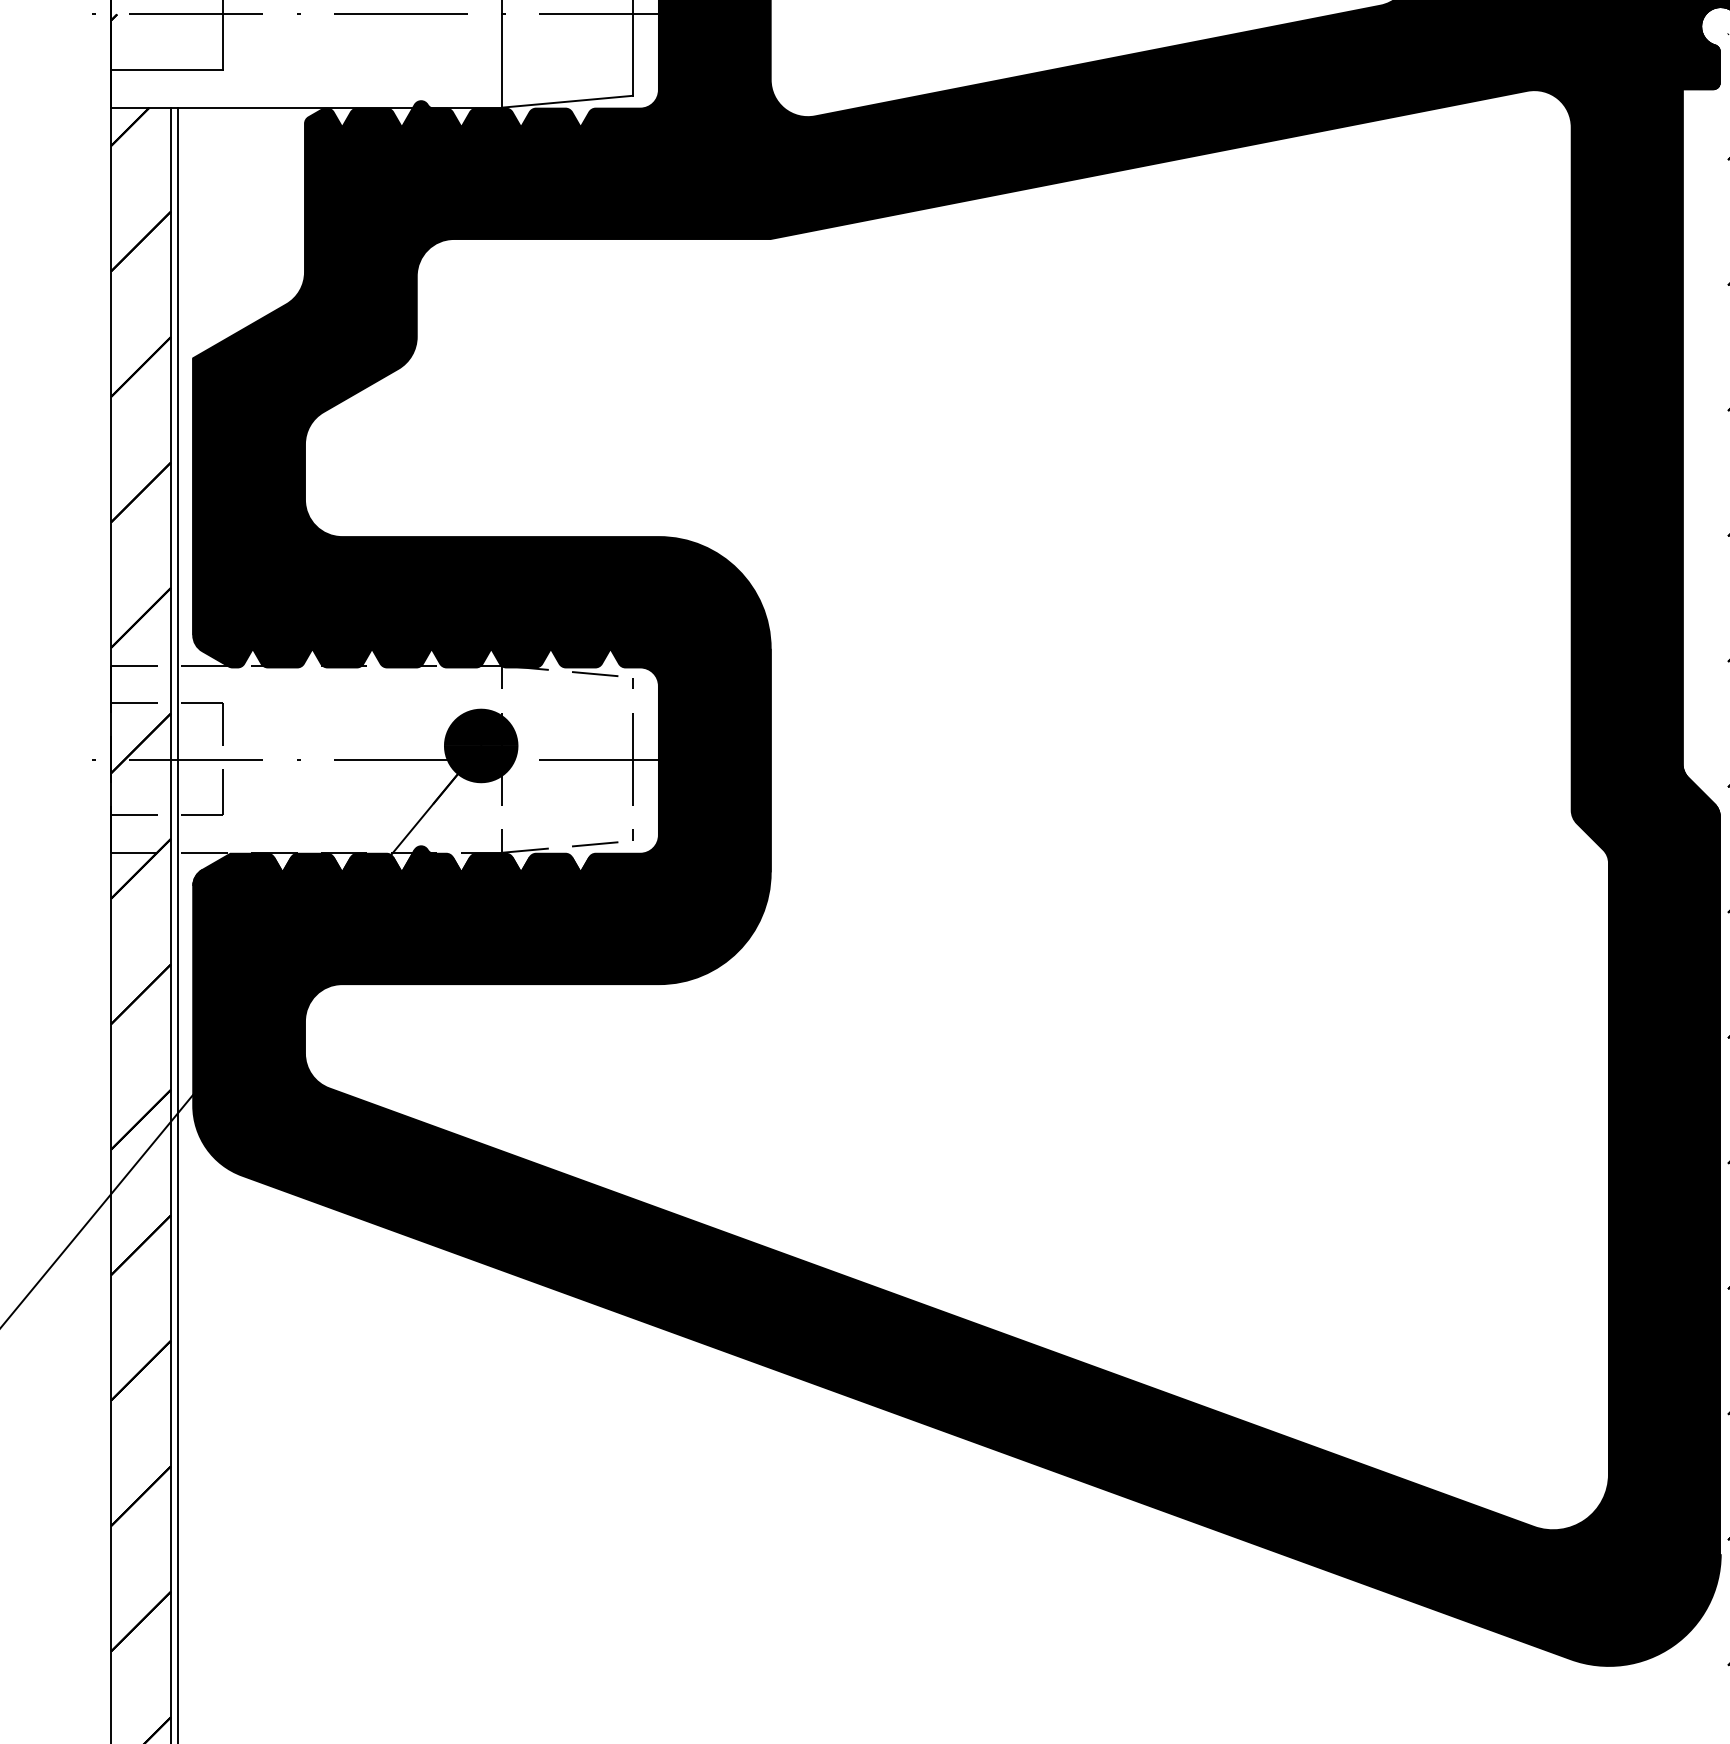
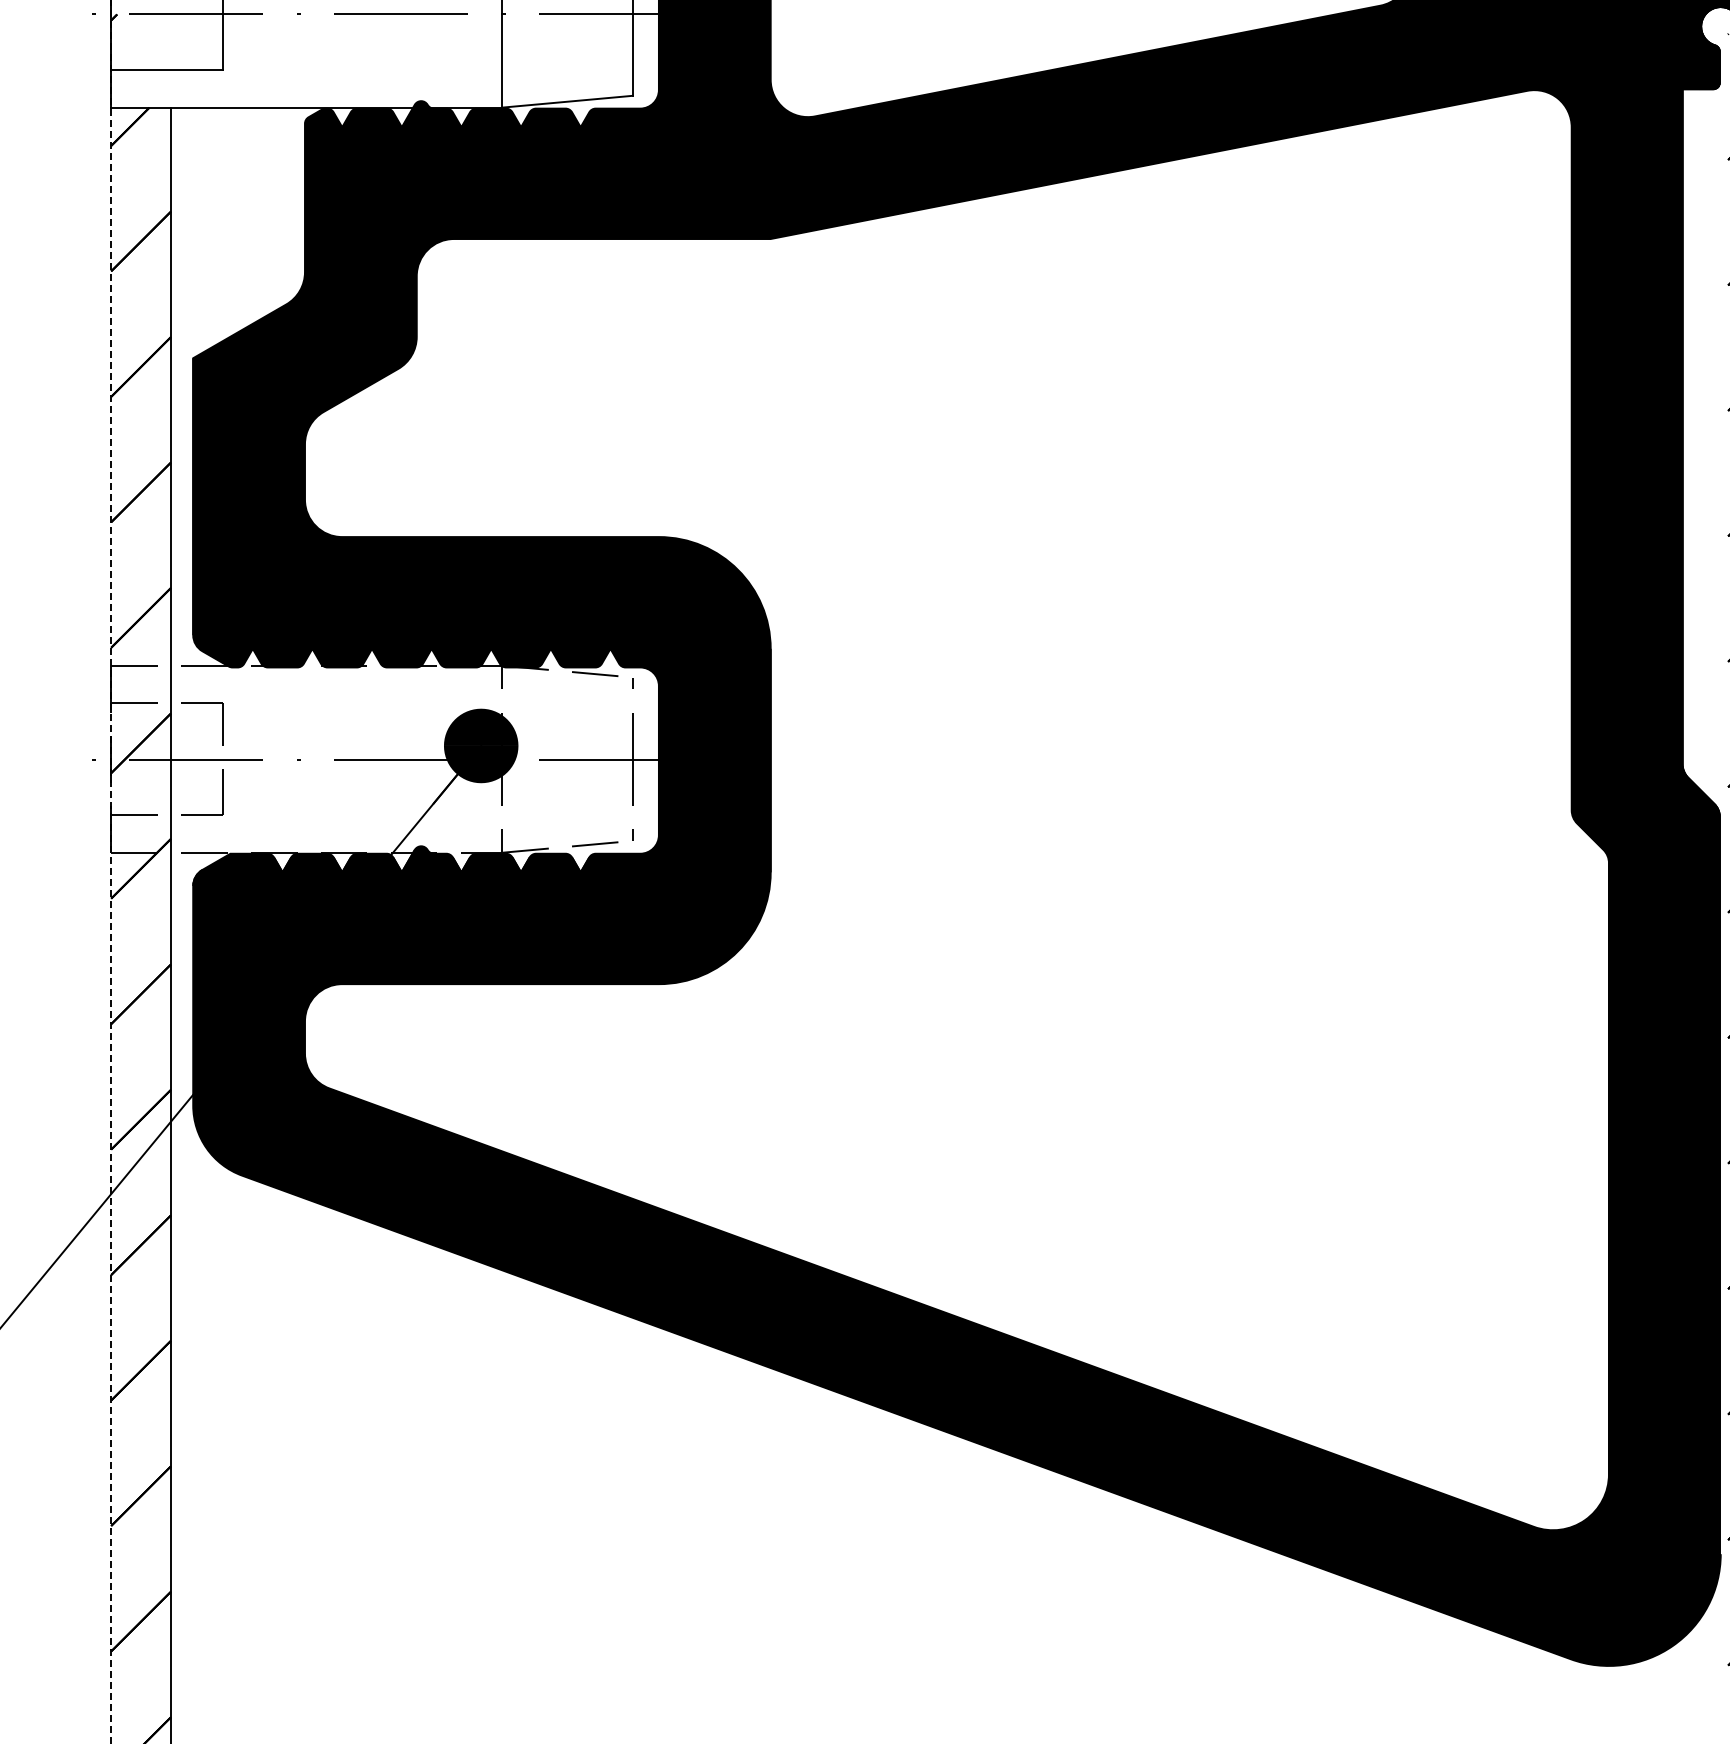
line at (111, 871): solid -> dashed
line at (178, 923): present -> none
